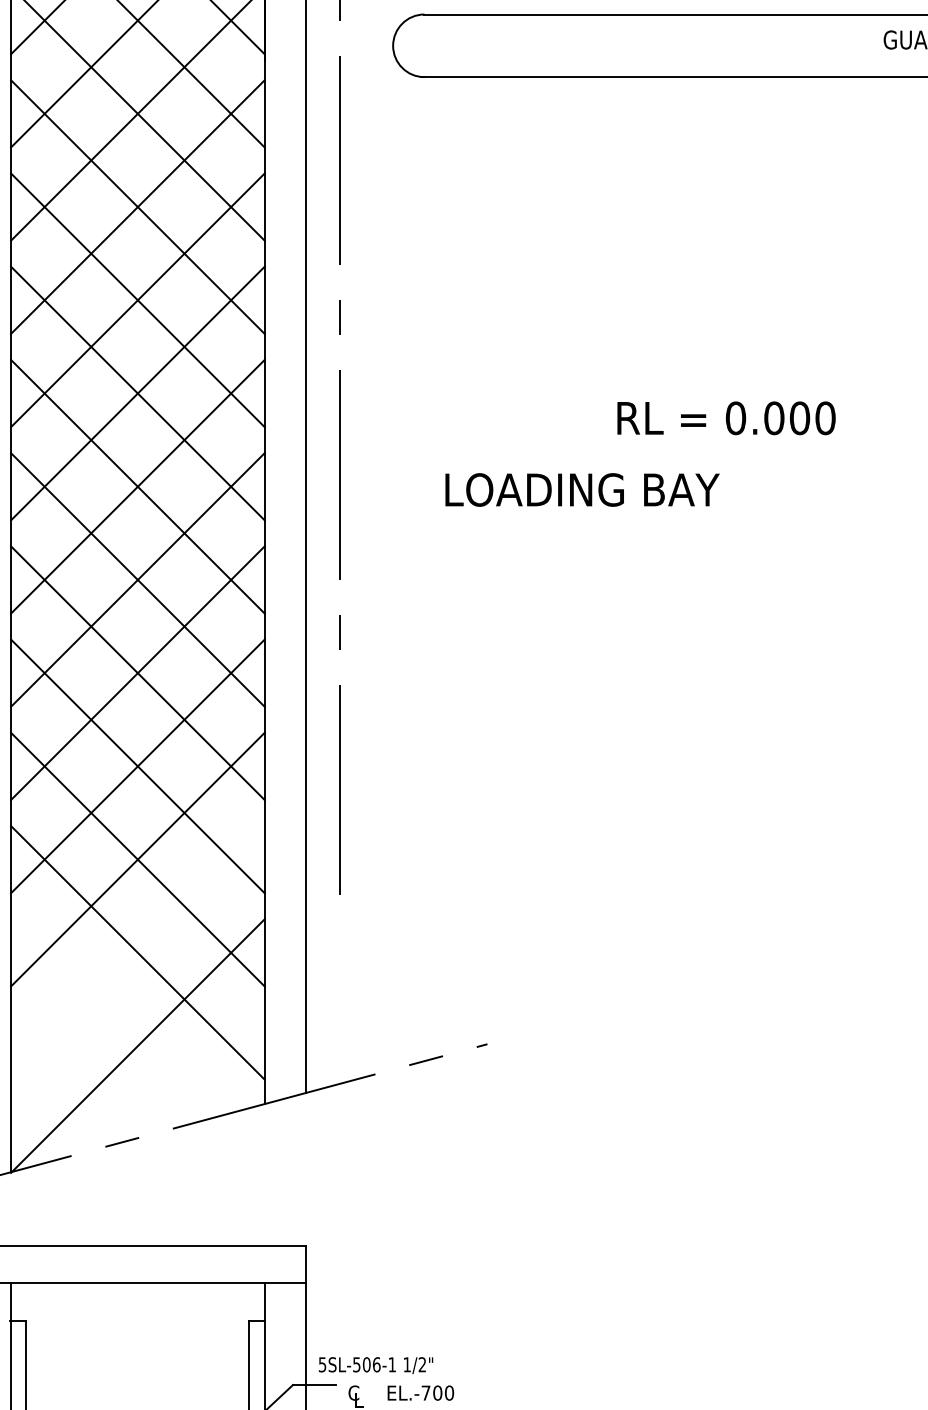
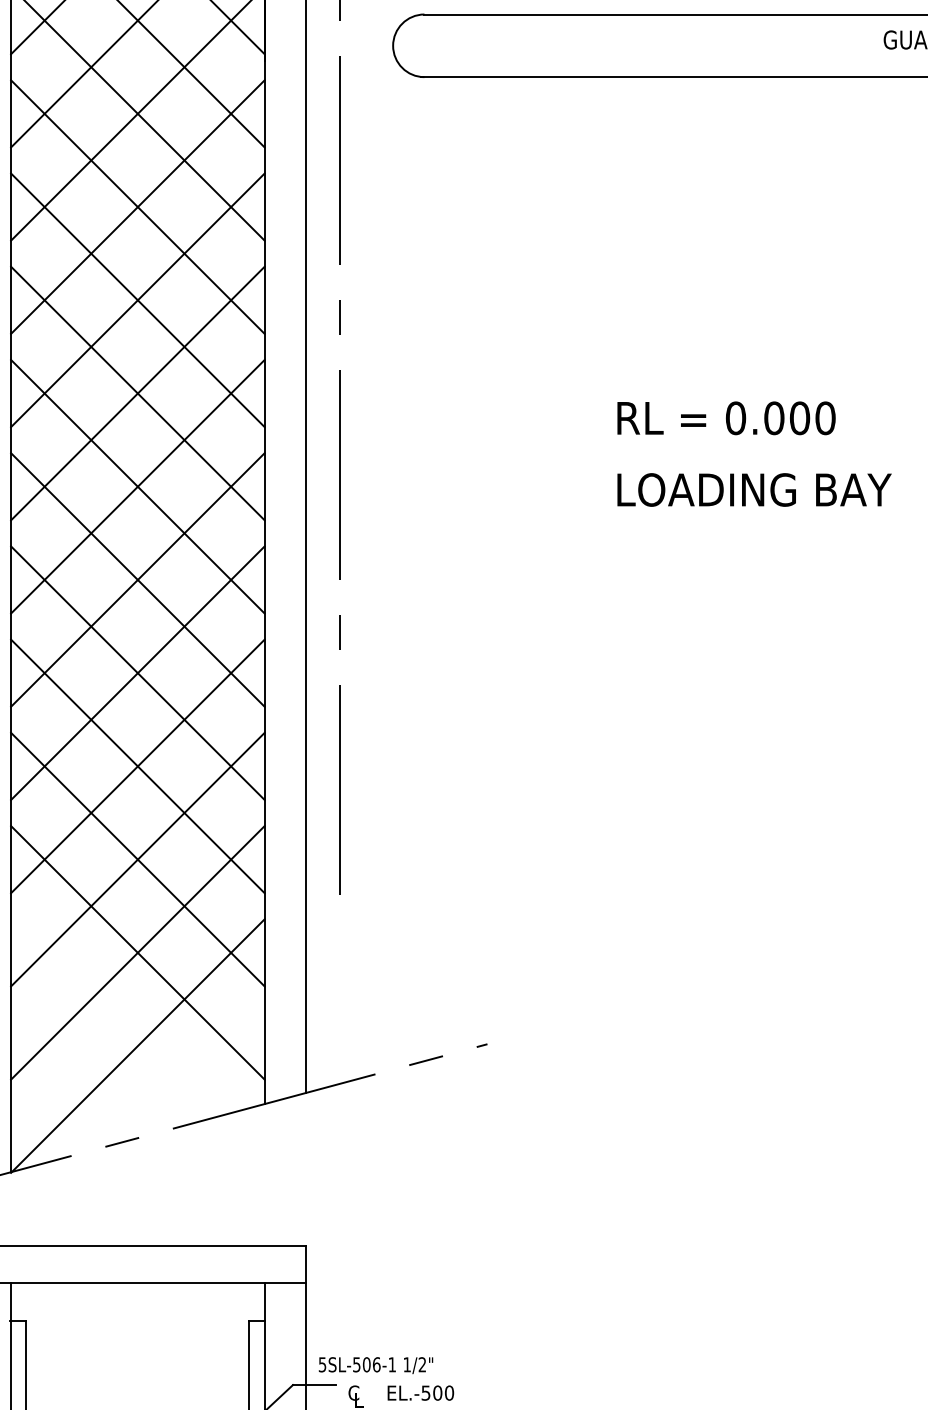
text at (582, 489) position: (582, 489) -> (754, 489)
line at (137, 952): none -> present
text at (425, 1392): EL.-700 -> EL.-500
